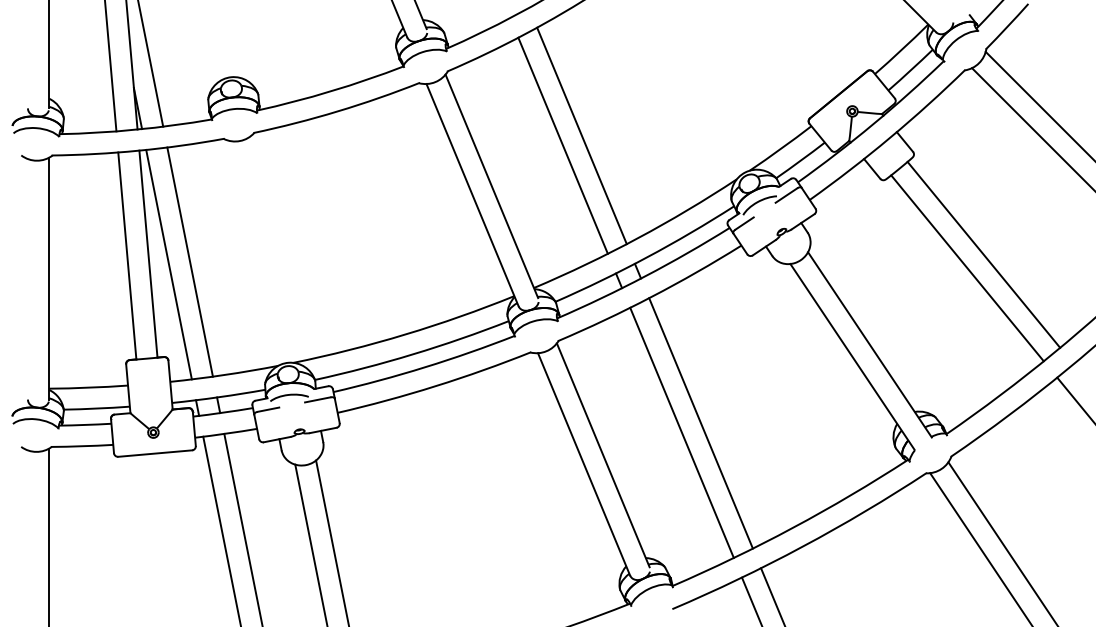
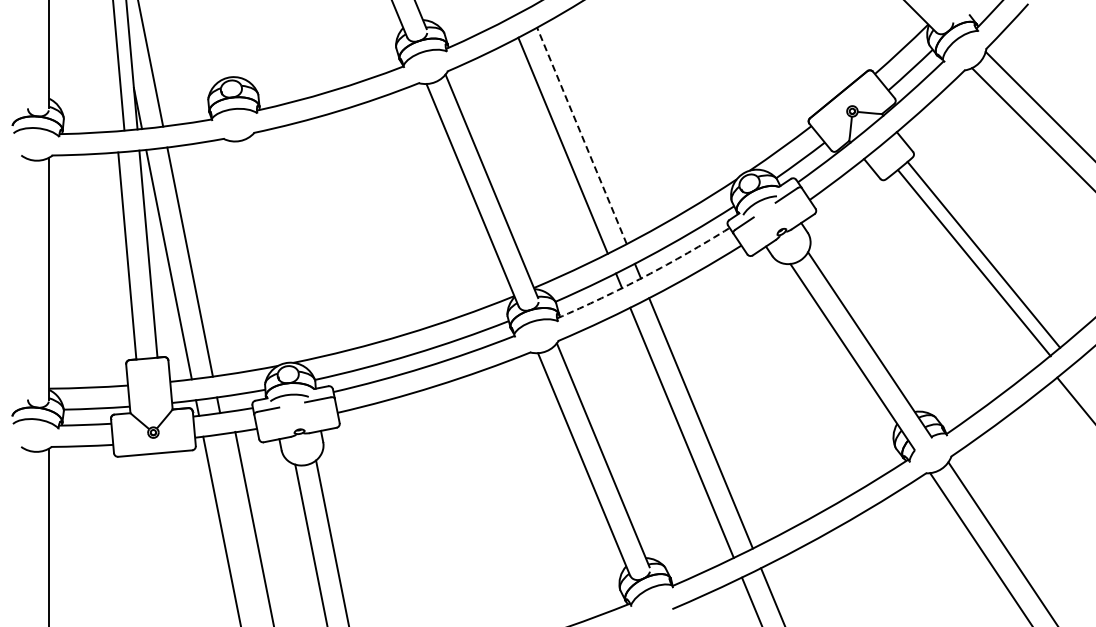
line at (110, 66) position: (110, 66) -> (118, 66)
line at (581, 135): solid -> dashed
line at (967, 268) position: (967, 268) -> (974, 263)
arc at (645, 276): solid -> dashed
line at (243, 528) position: (243, 528) -> (254, 527)
